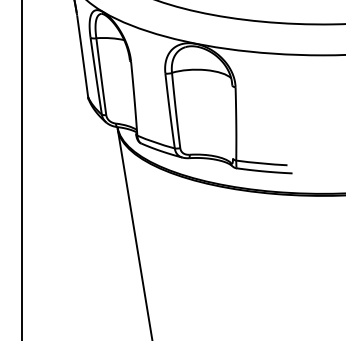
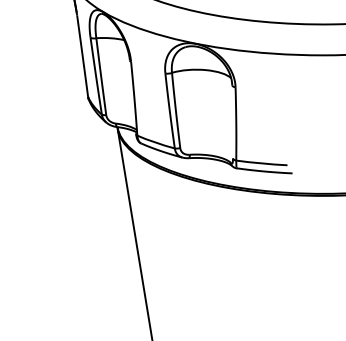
line at (21, 169): present -> none
